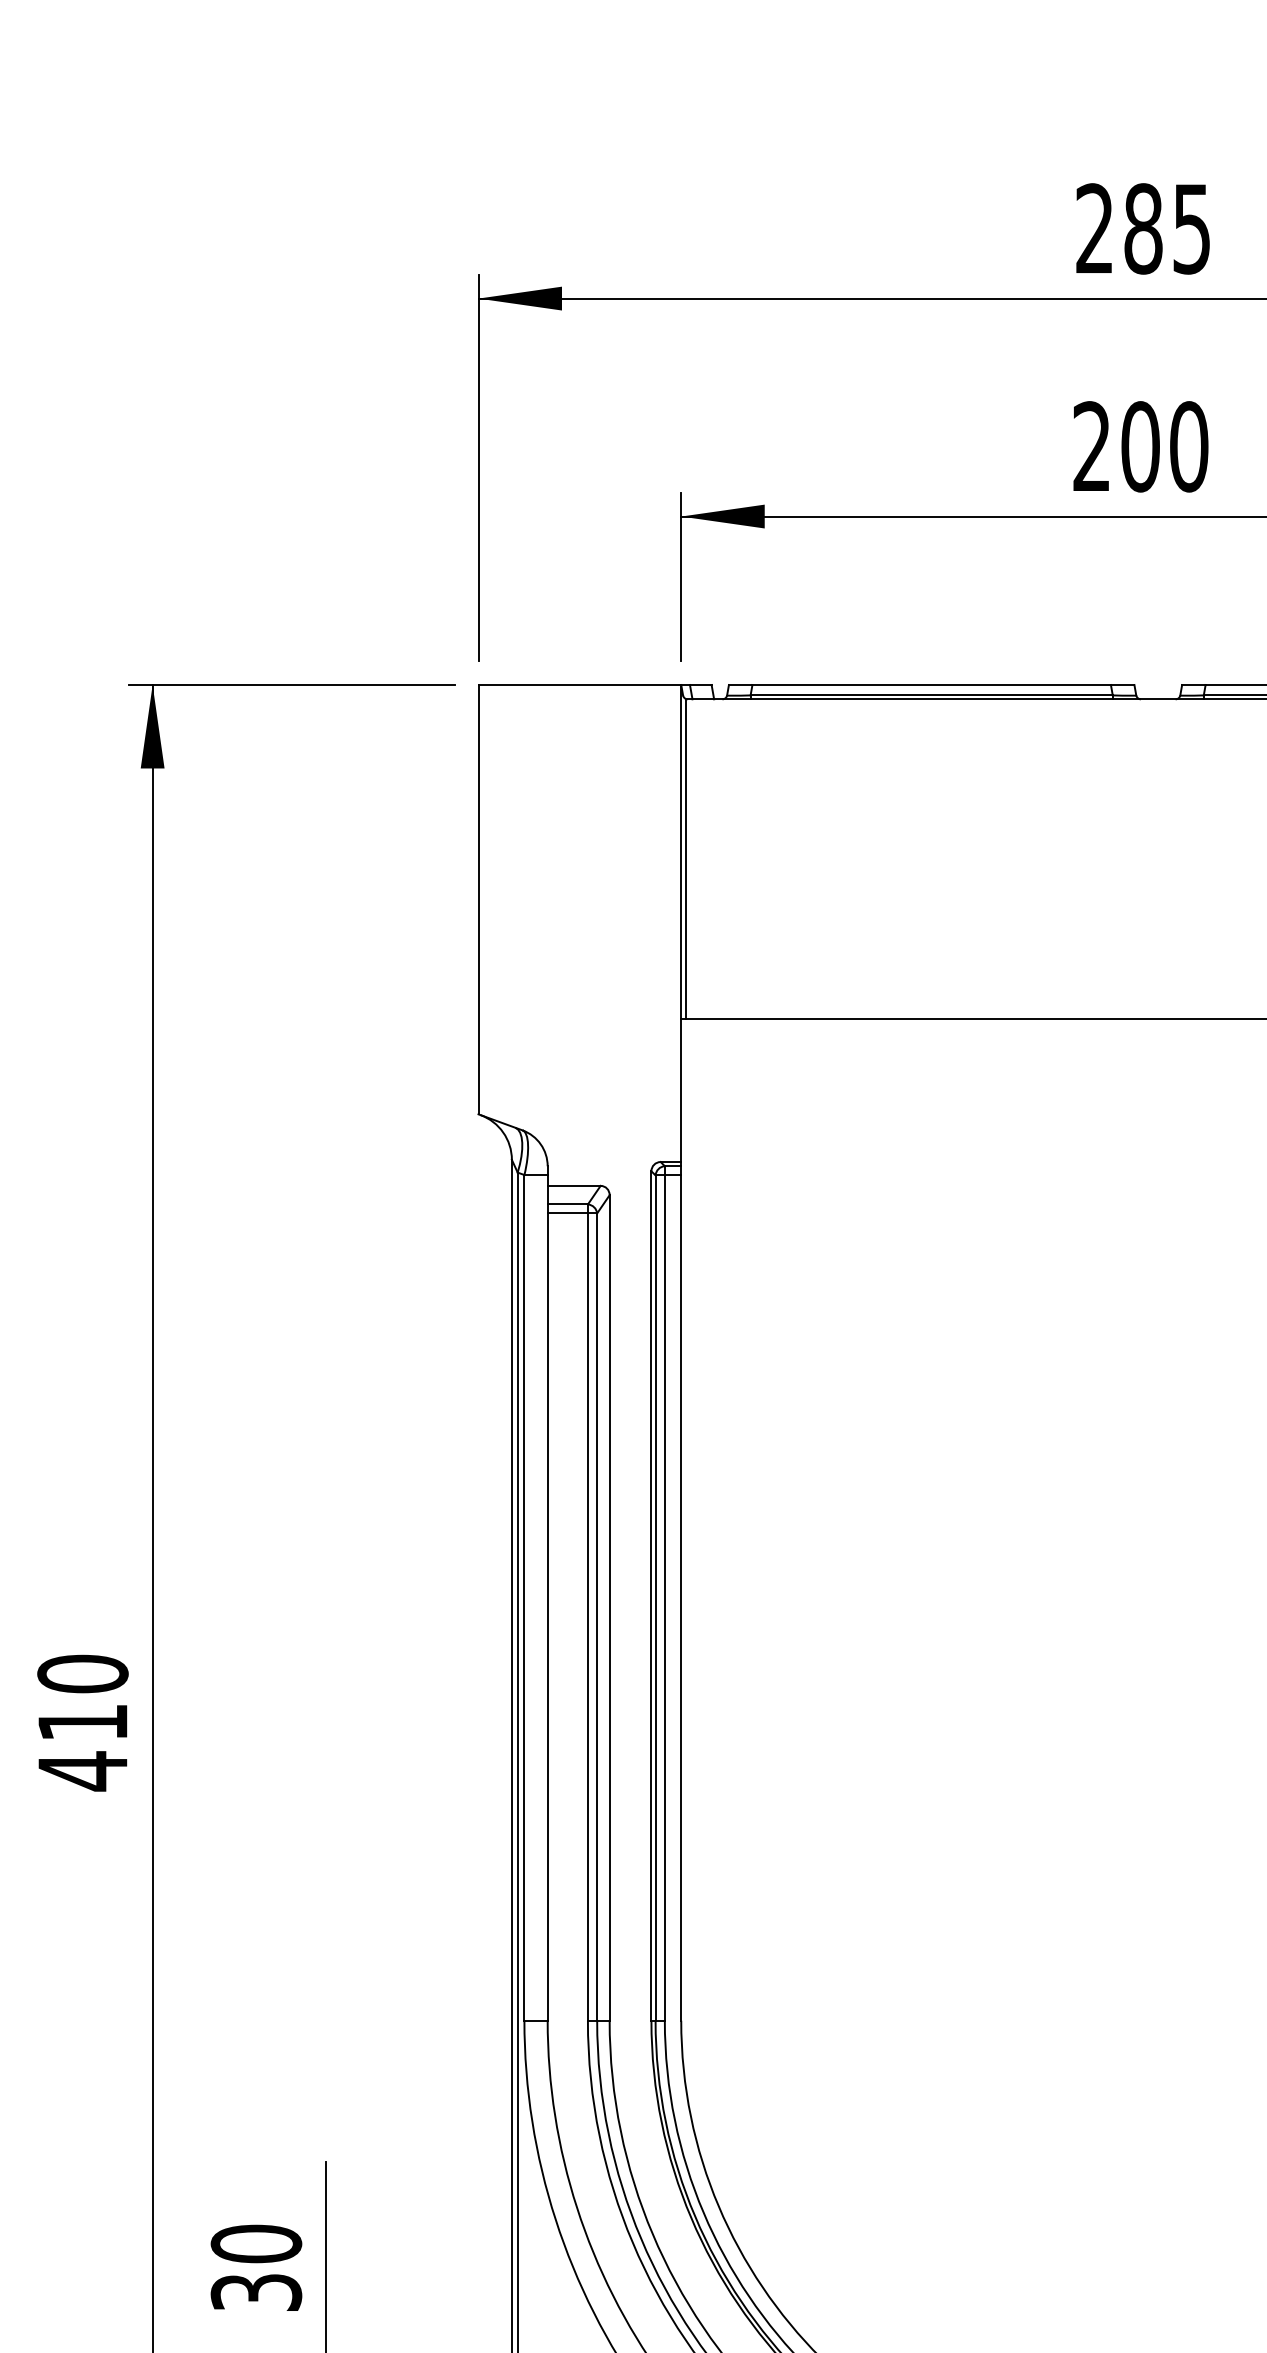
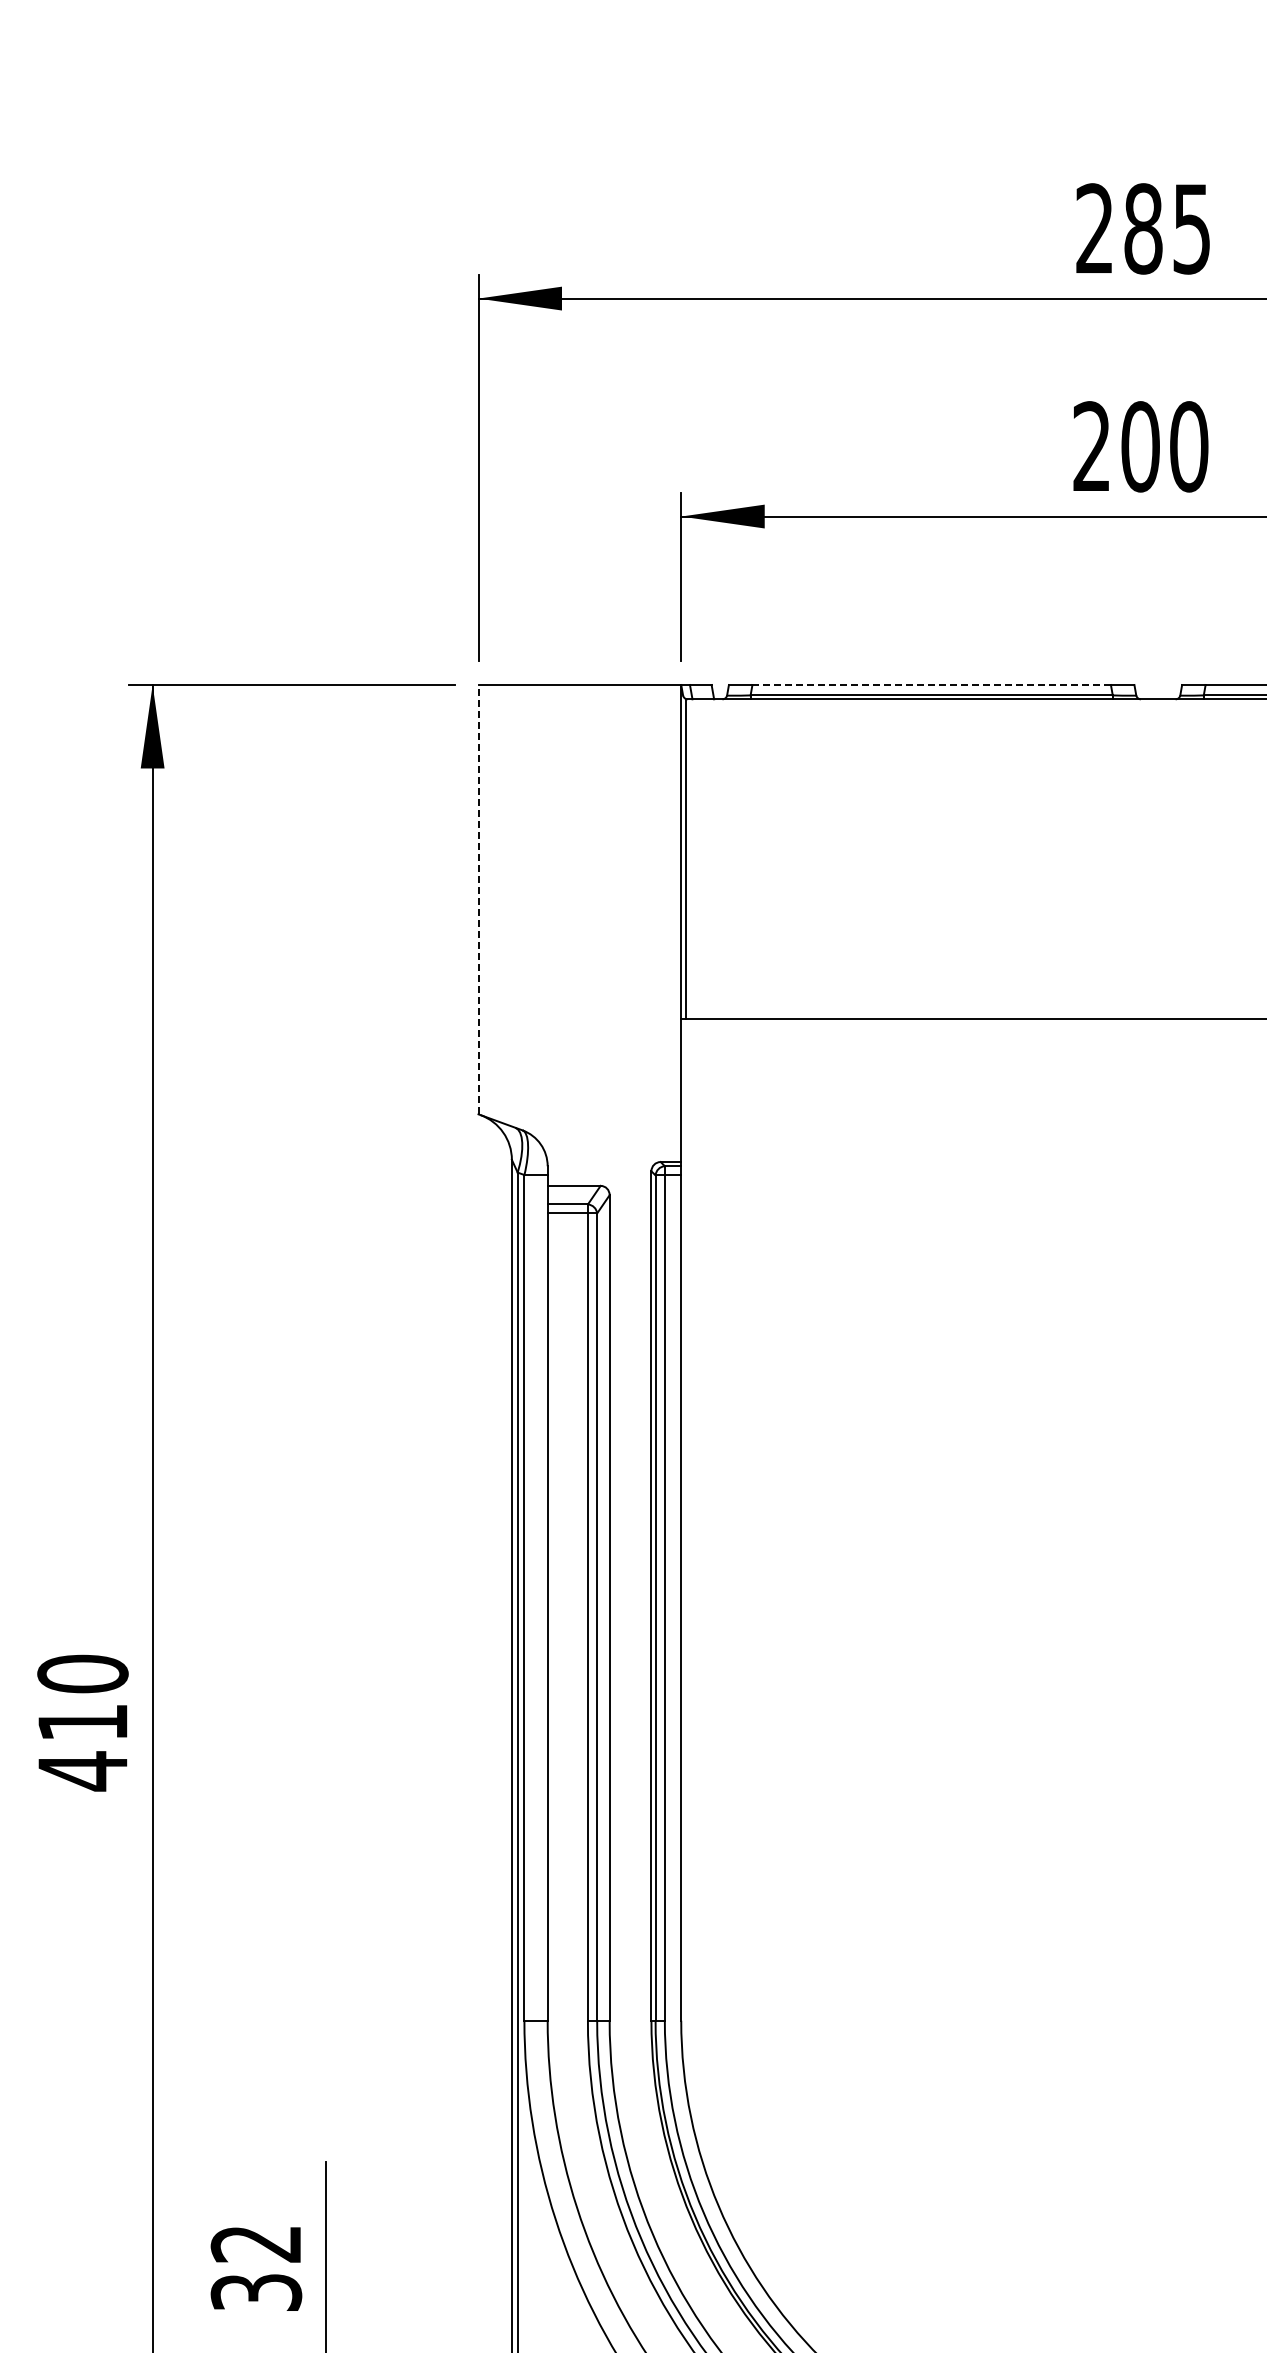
line at (932, 685): solid -> dashed
line at (478, 899): solid -> dashed
text at (256, 2243): 30 -> 32
